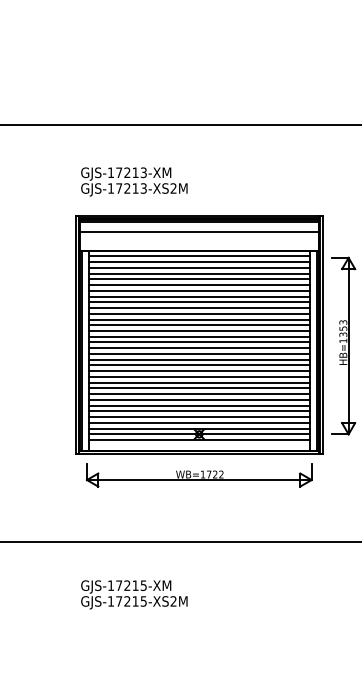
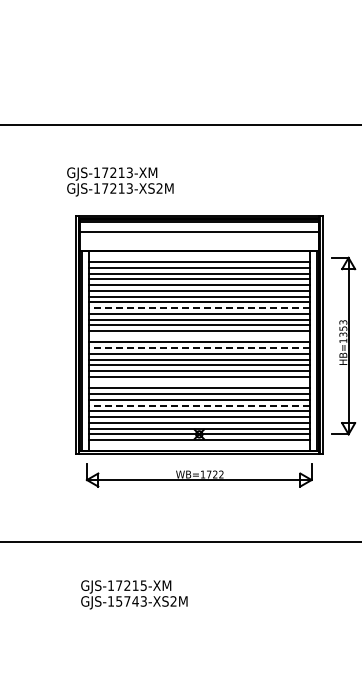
text at (134, 181) position: (134, 181) -> (120, 181)
line at (199, 256): present -> none
line at (198, 308): solid -> dashed
line at (199, 336): present -> none
line at (198, 348): solid -> dashed
line at (199, 382): present -> none
line at (198, 405): solid -> dashed
text at (131, 601): GJS-17215-XS2M -> GJS-15743-XS2M
